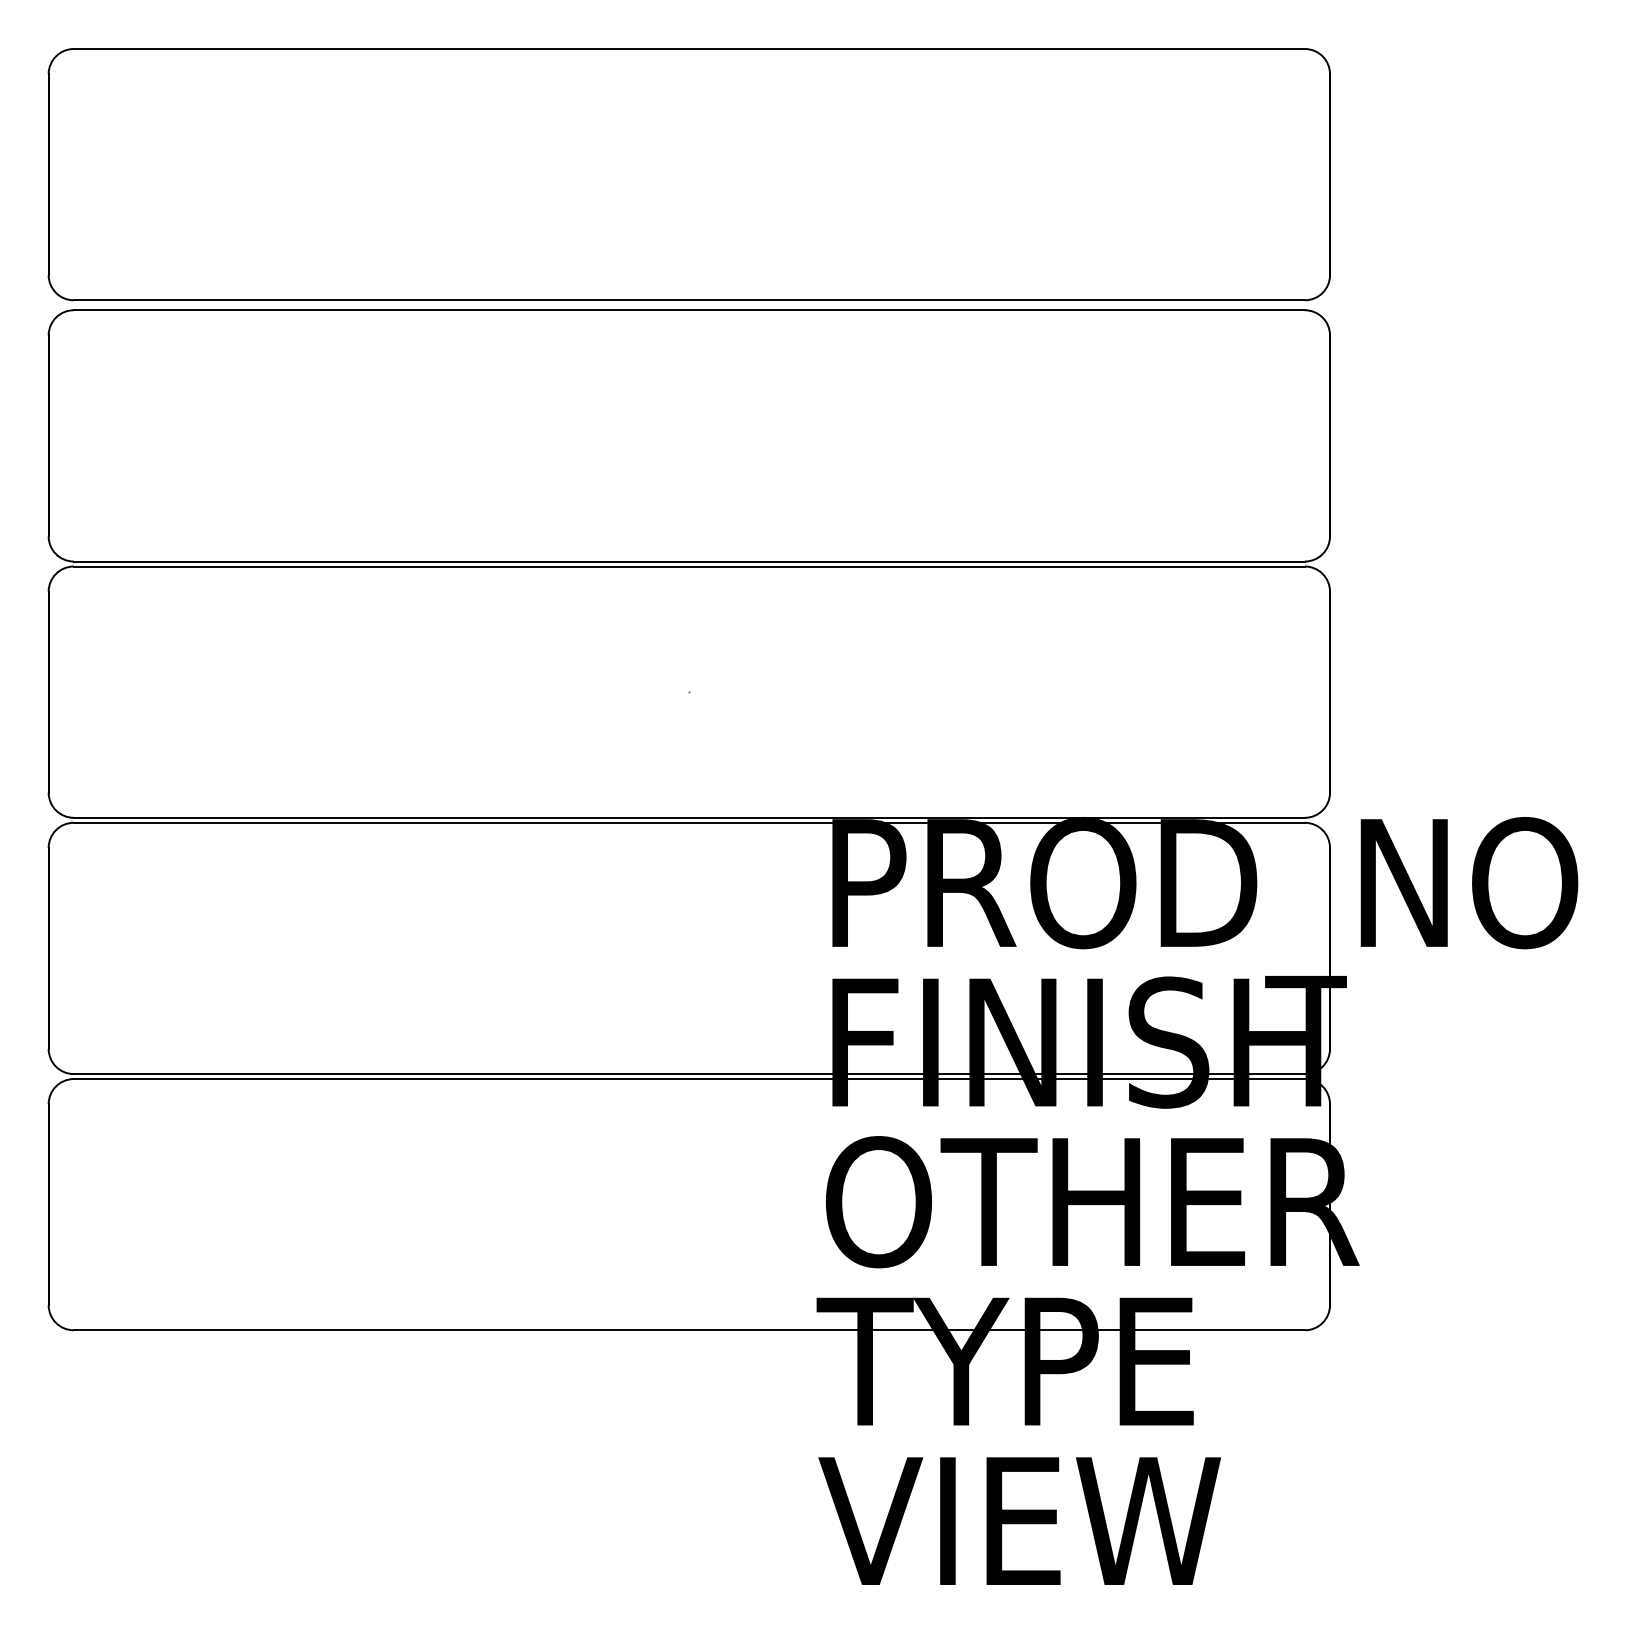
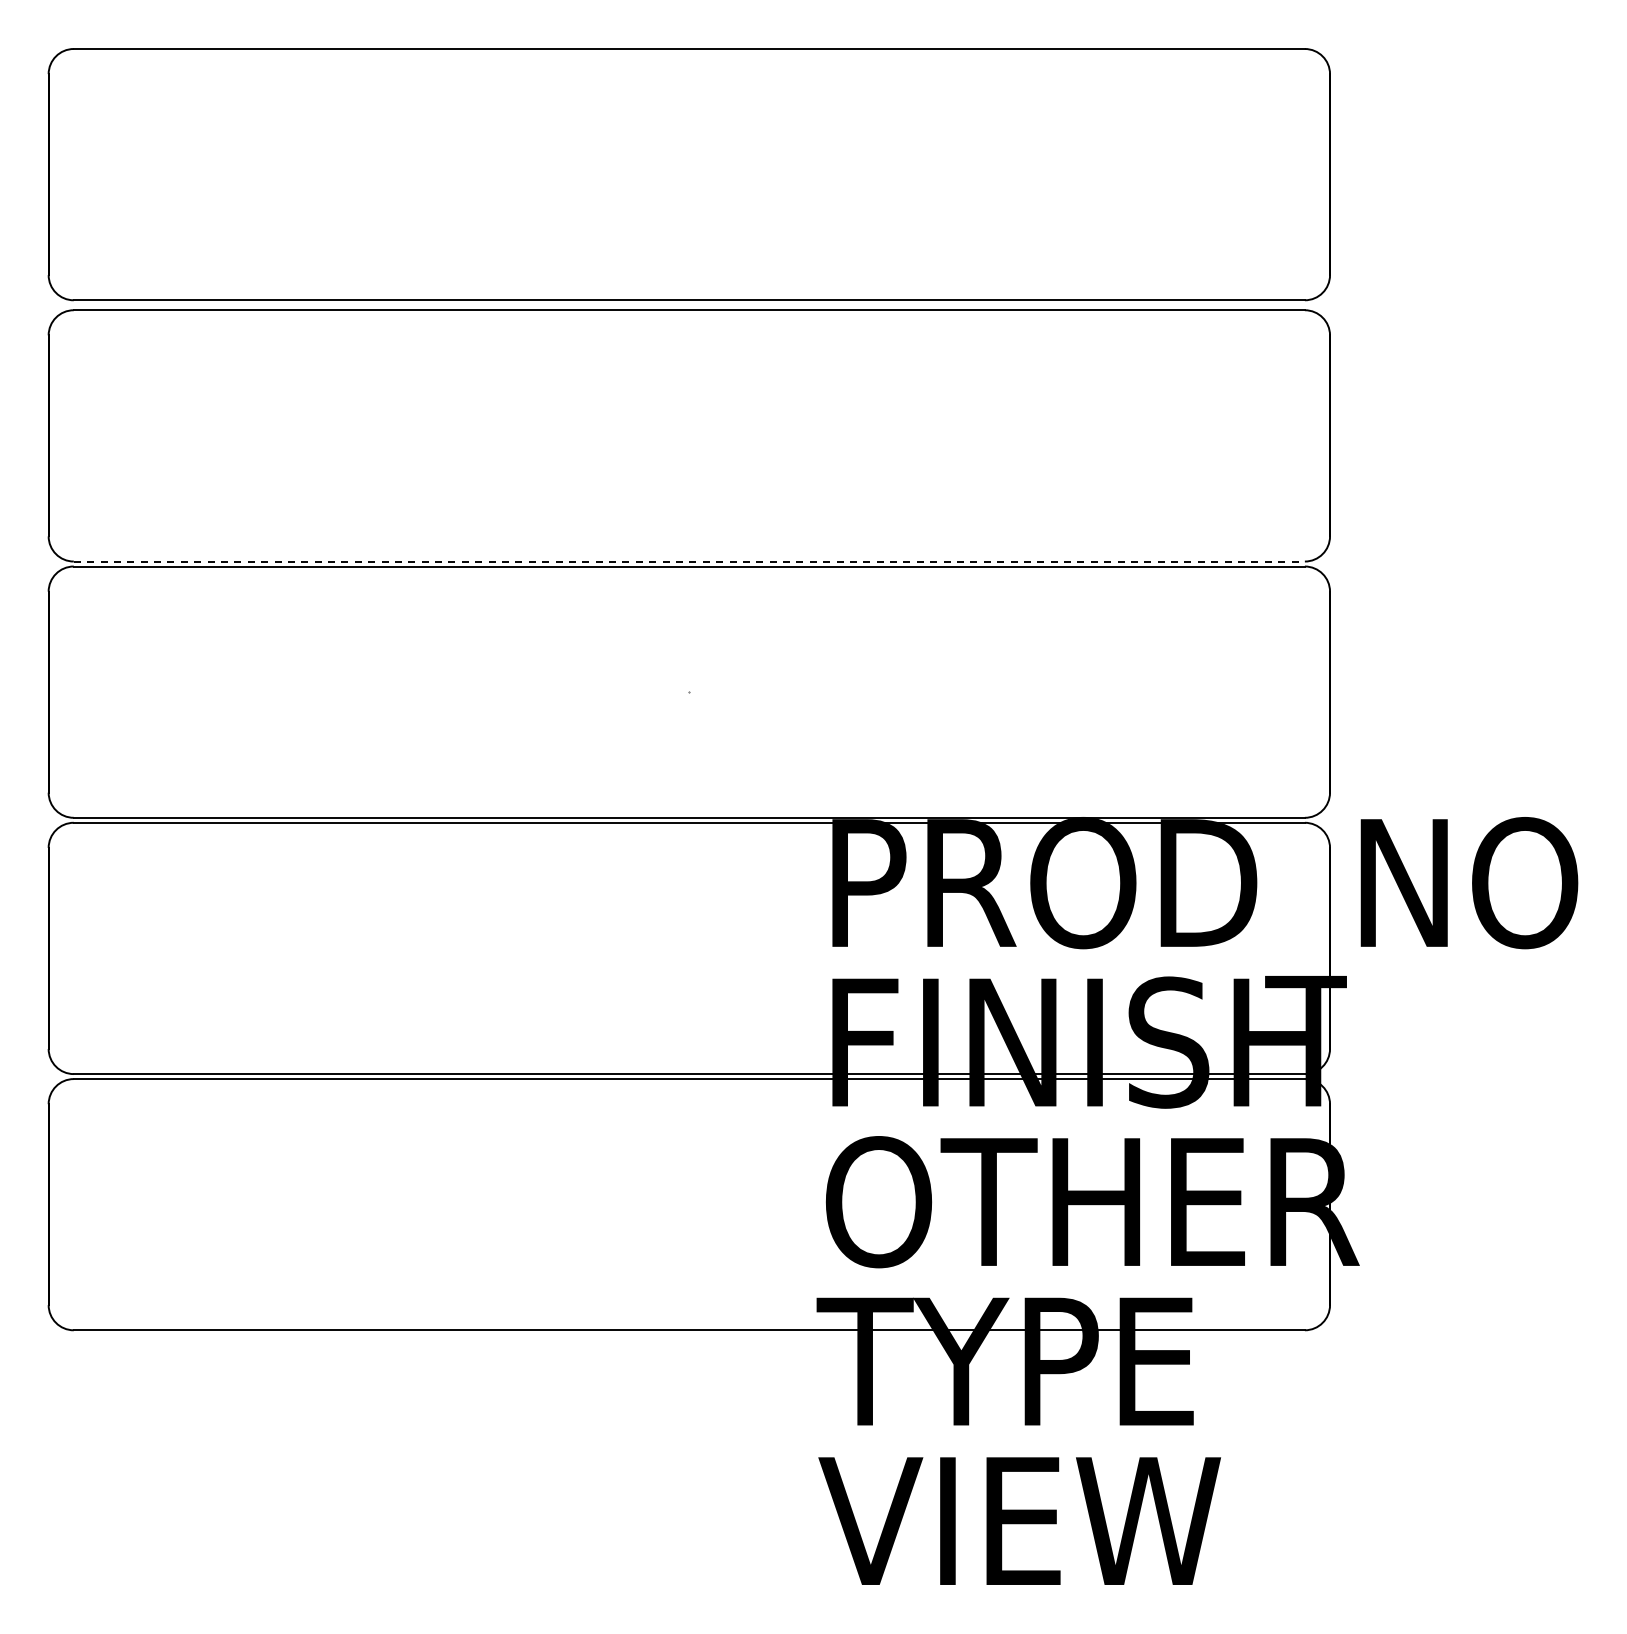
line at (689, 561): solid -> dashed
